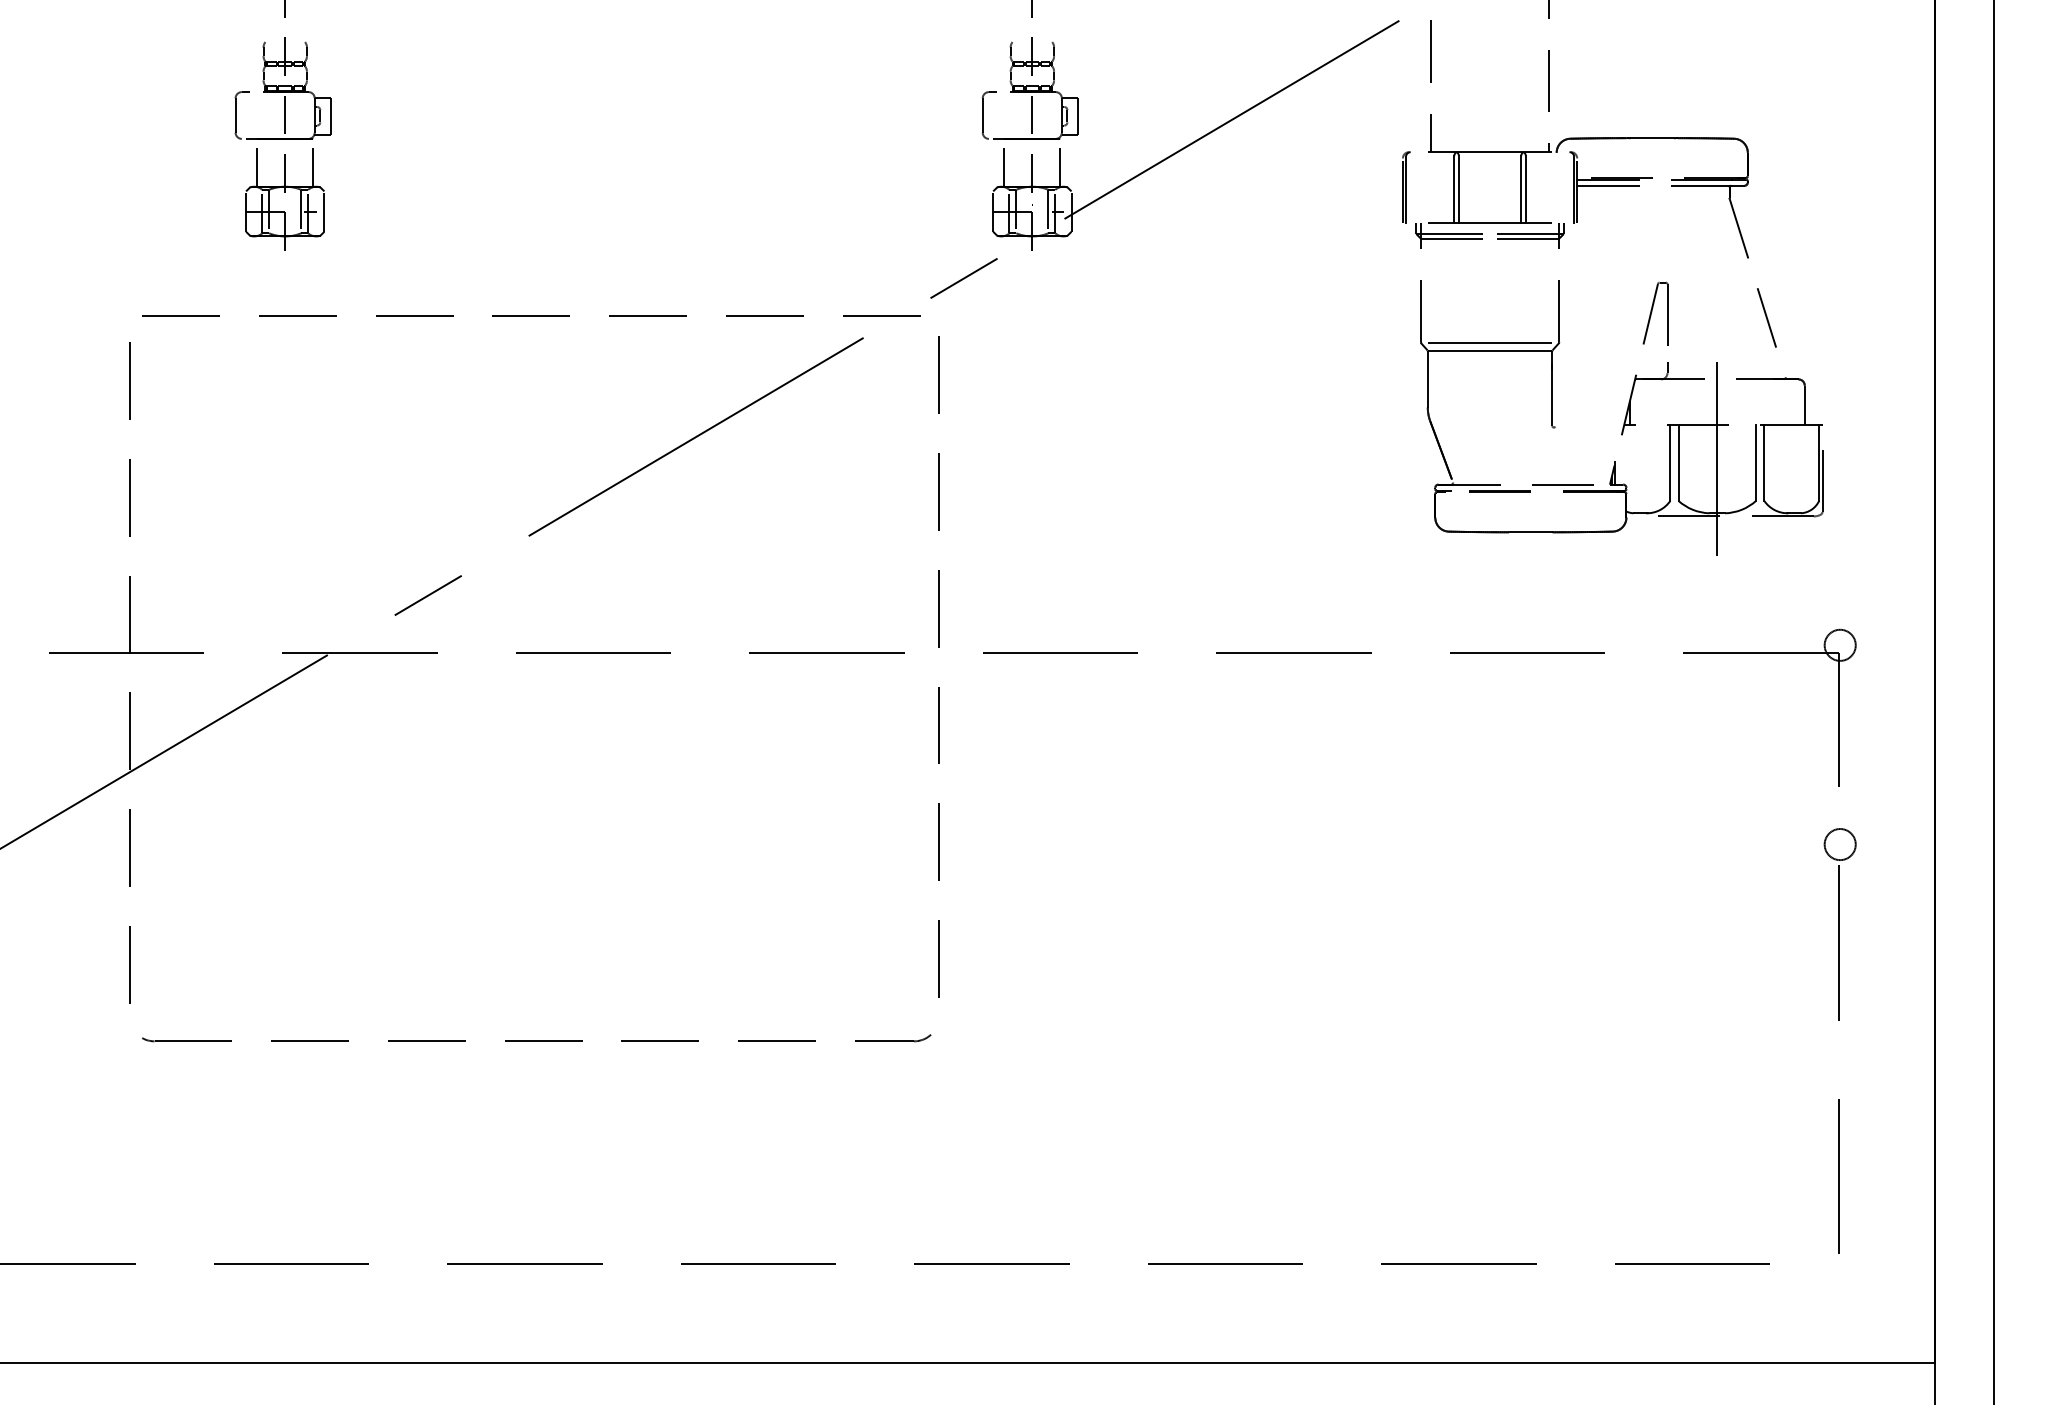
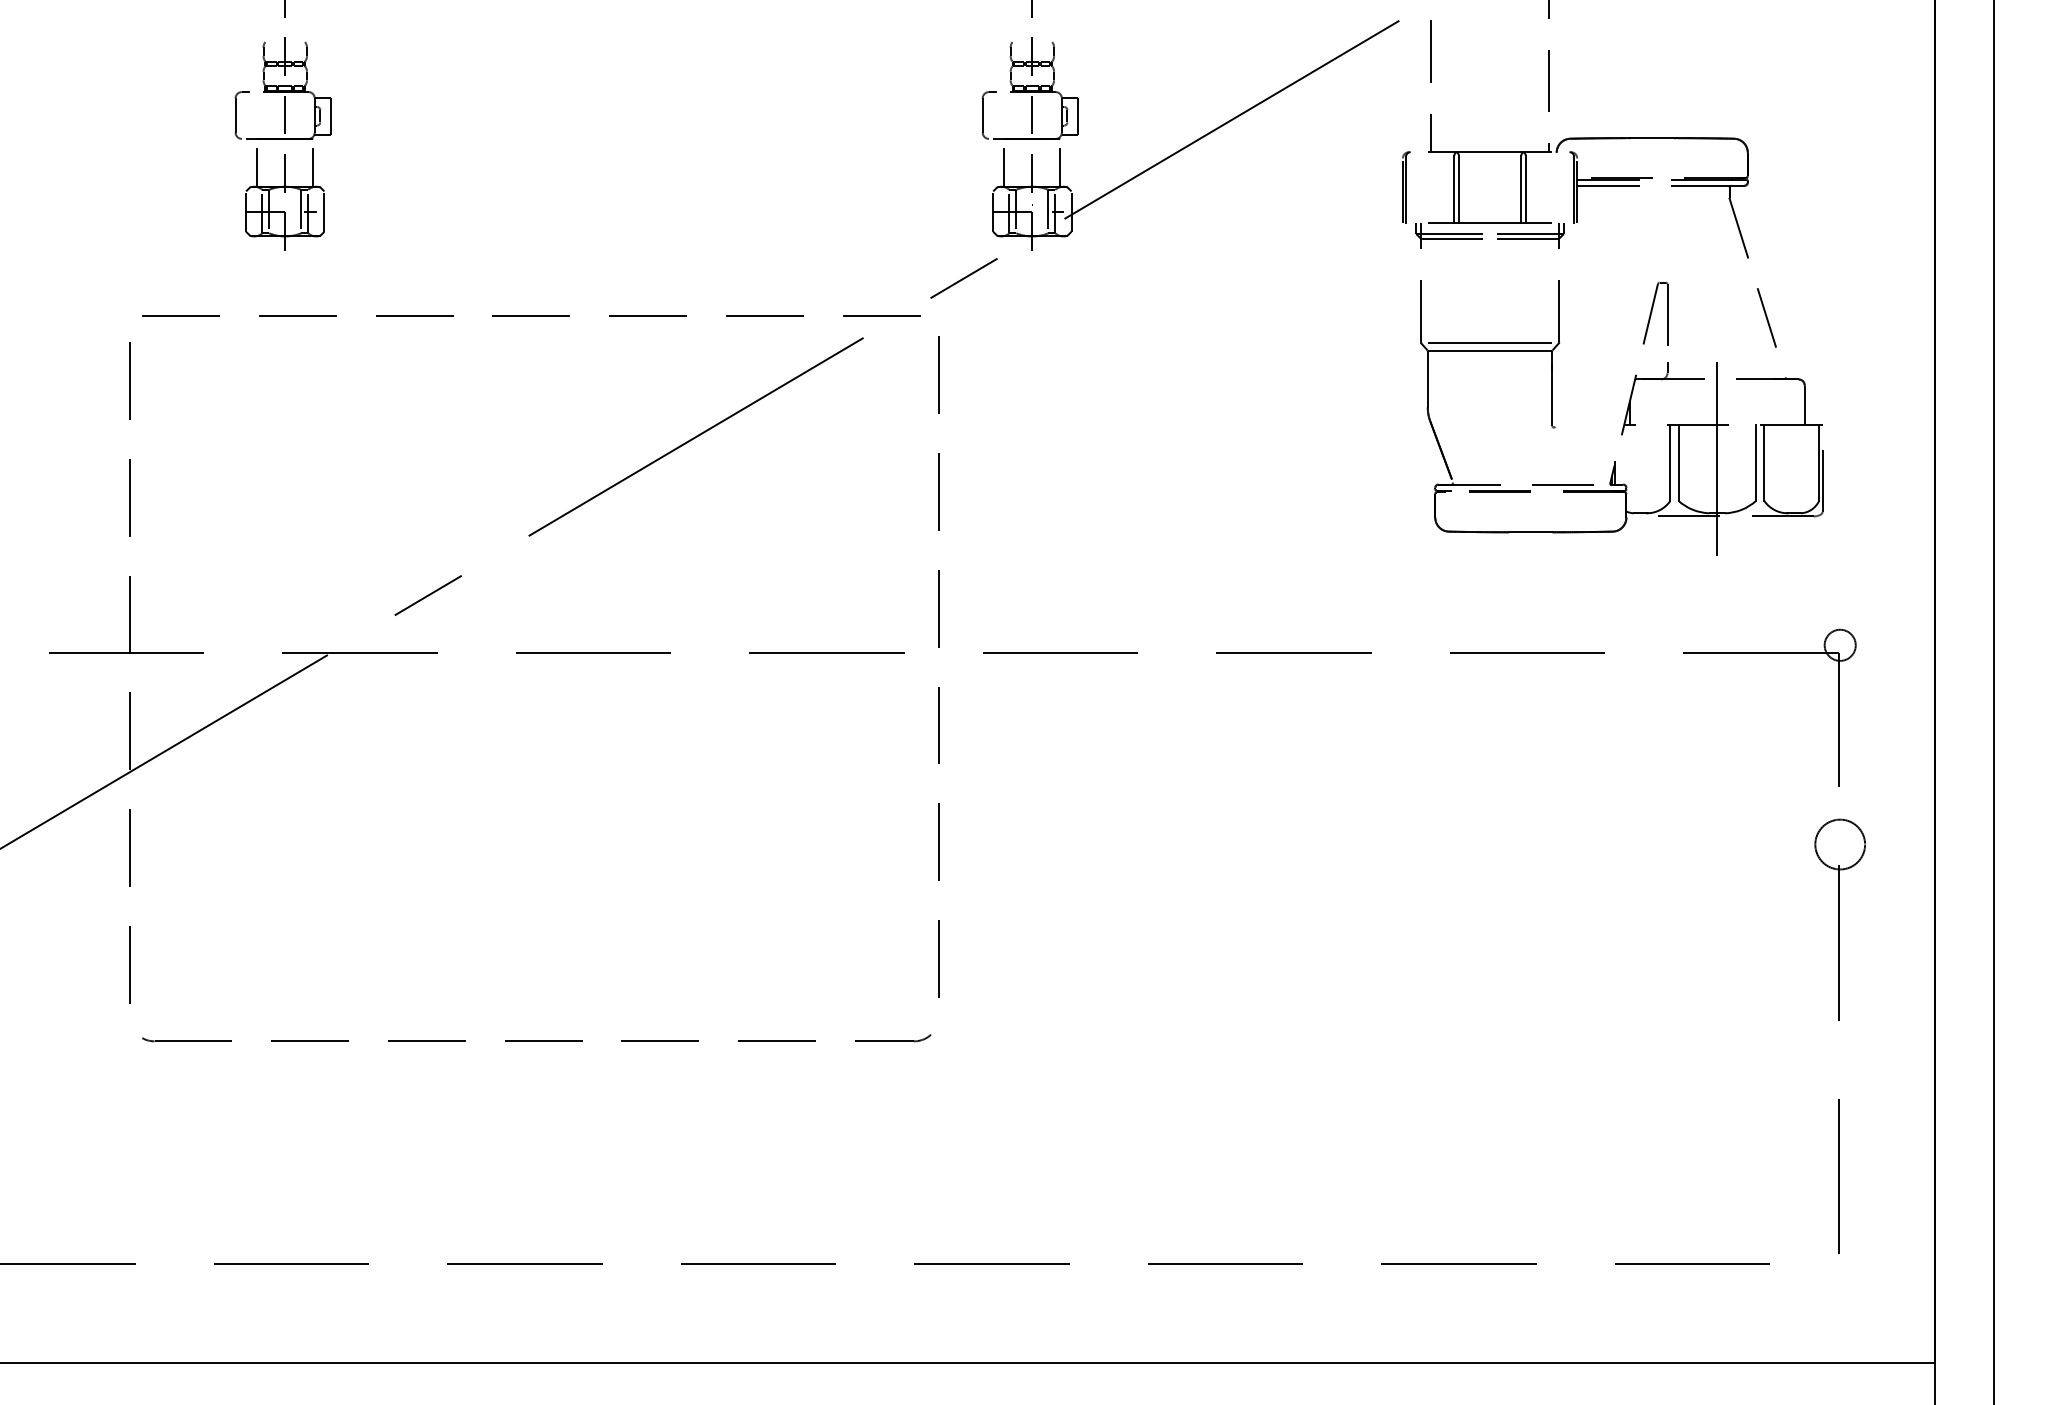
circle at (1839, 844) diameter: 31 px -> 50 px
